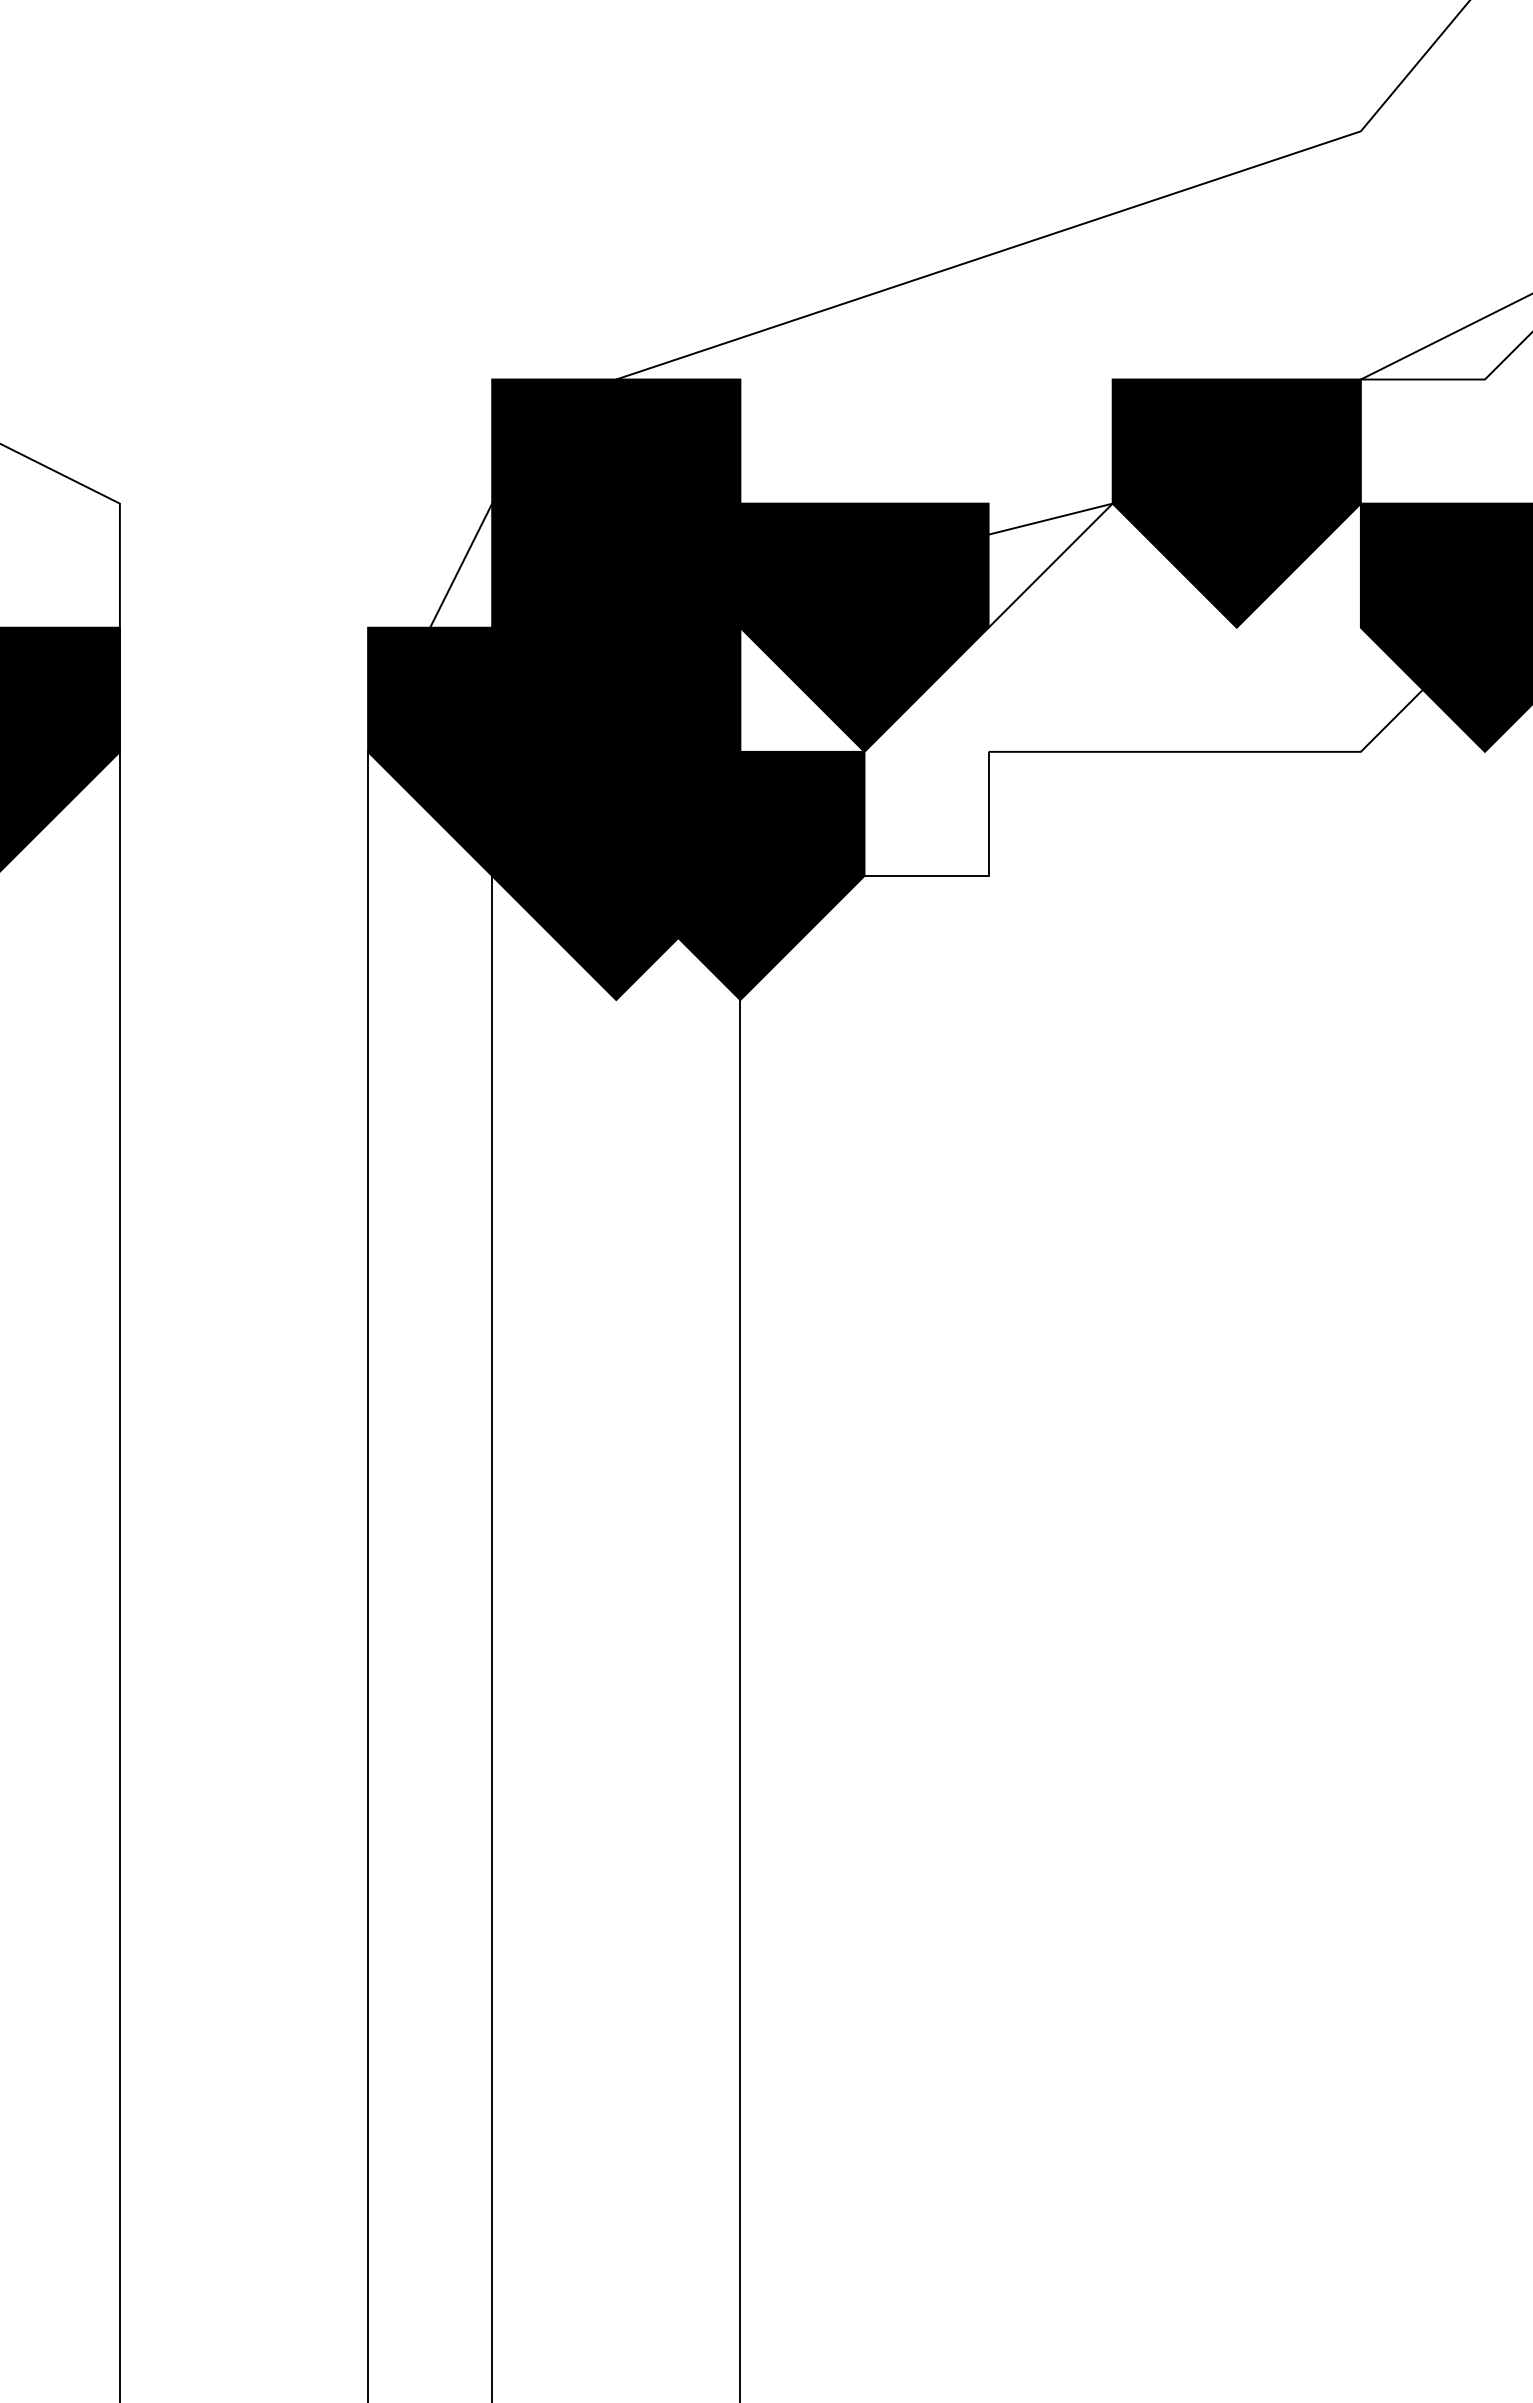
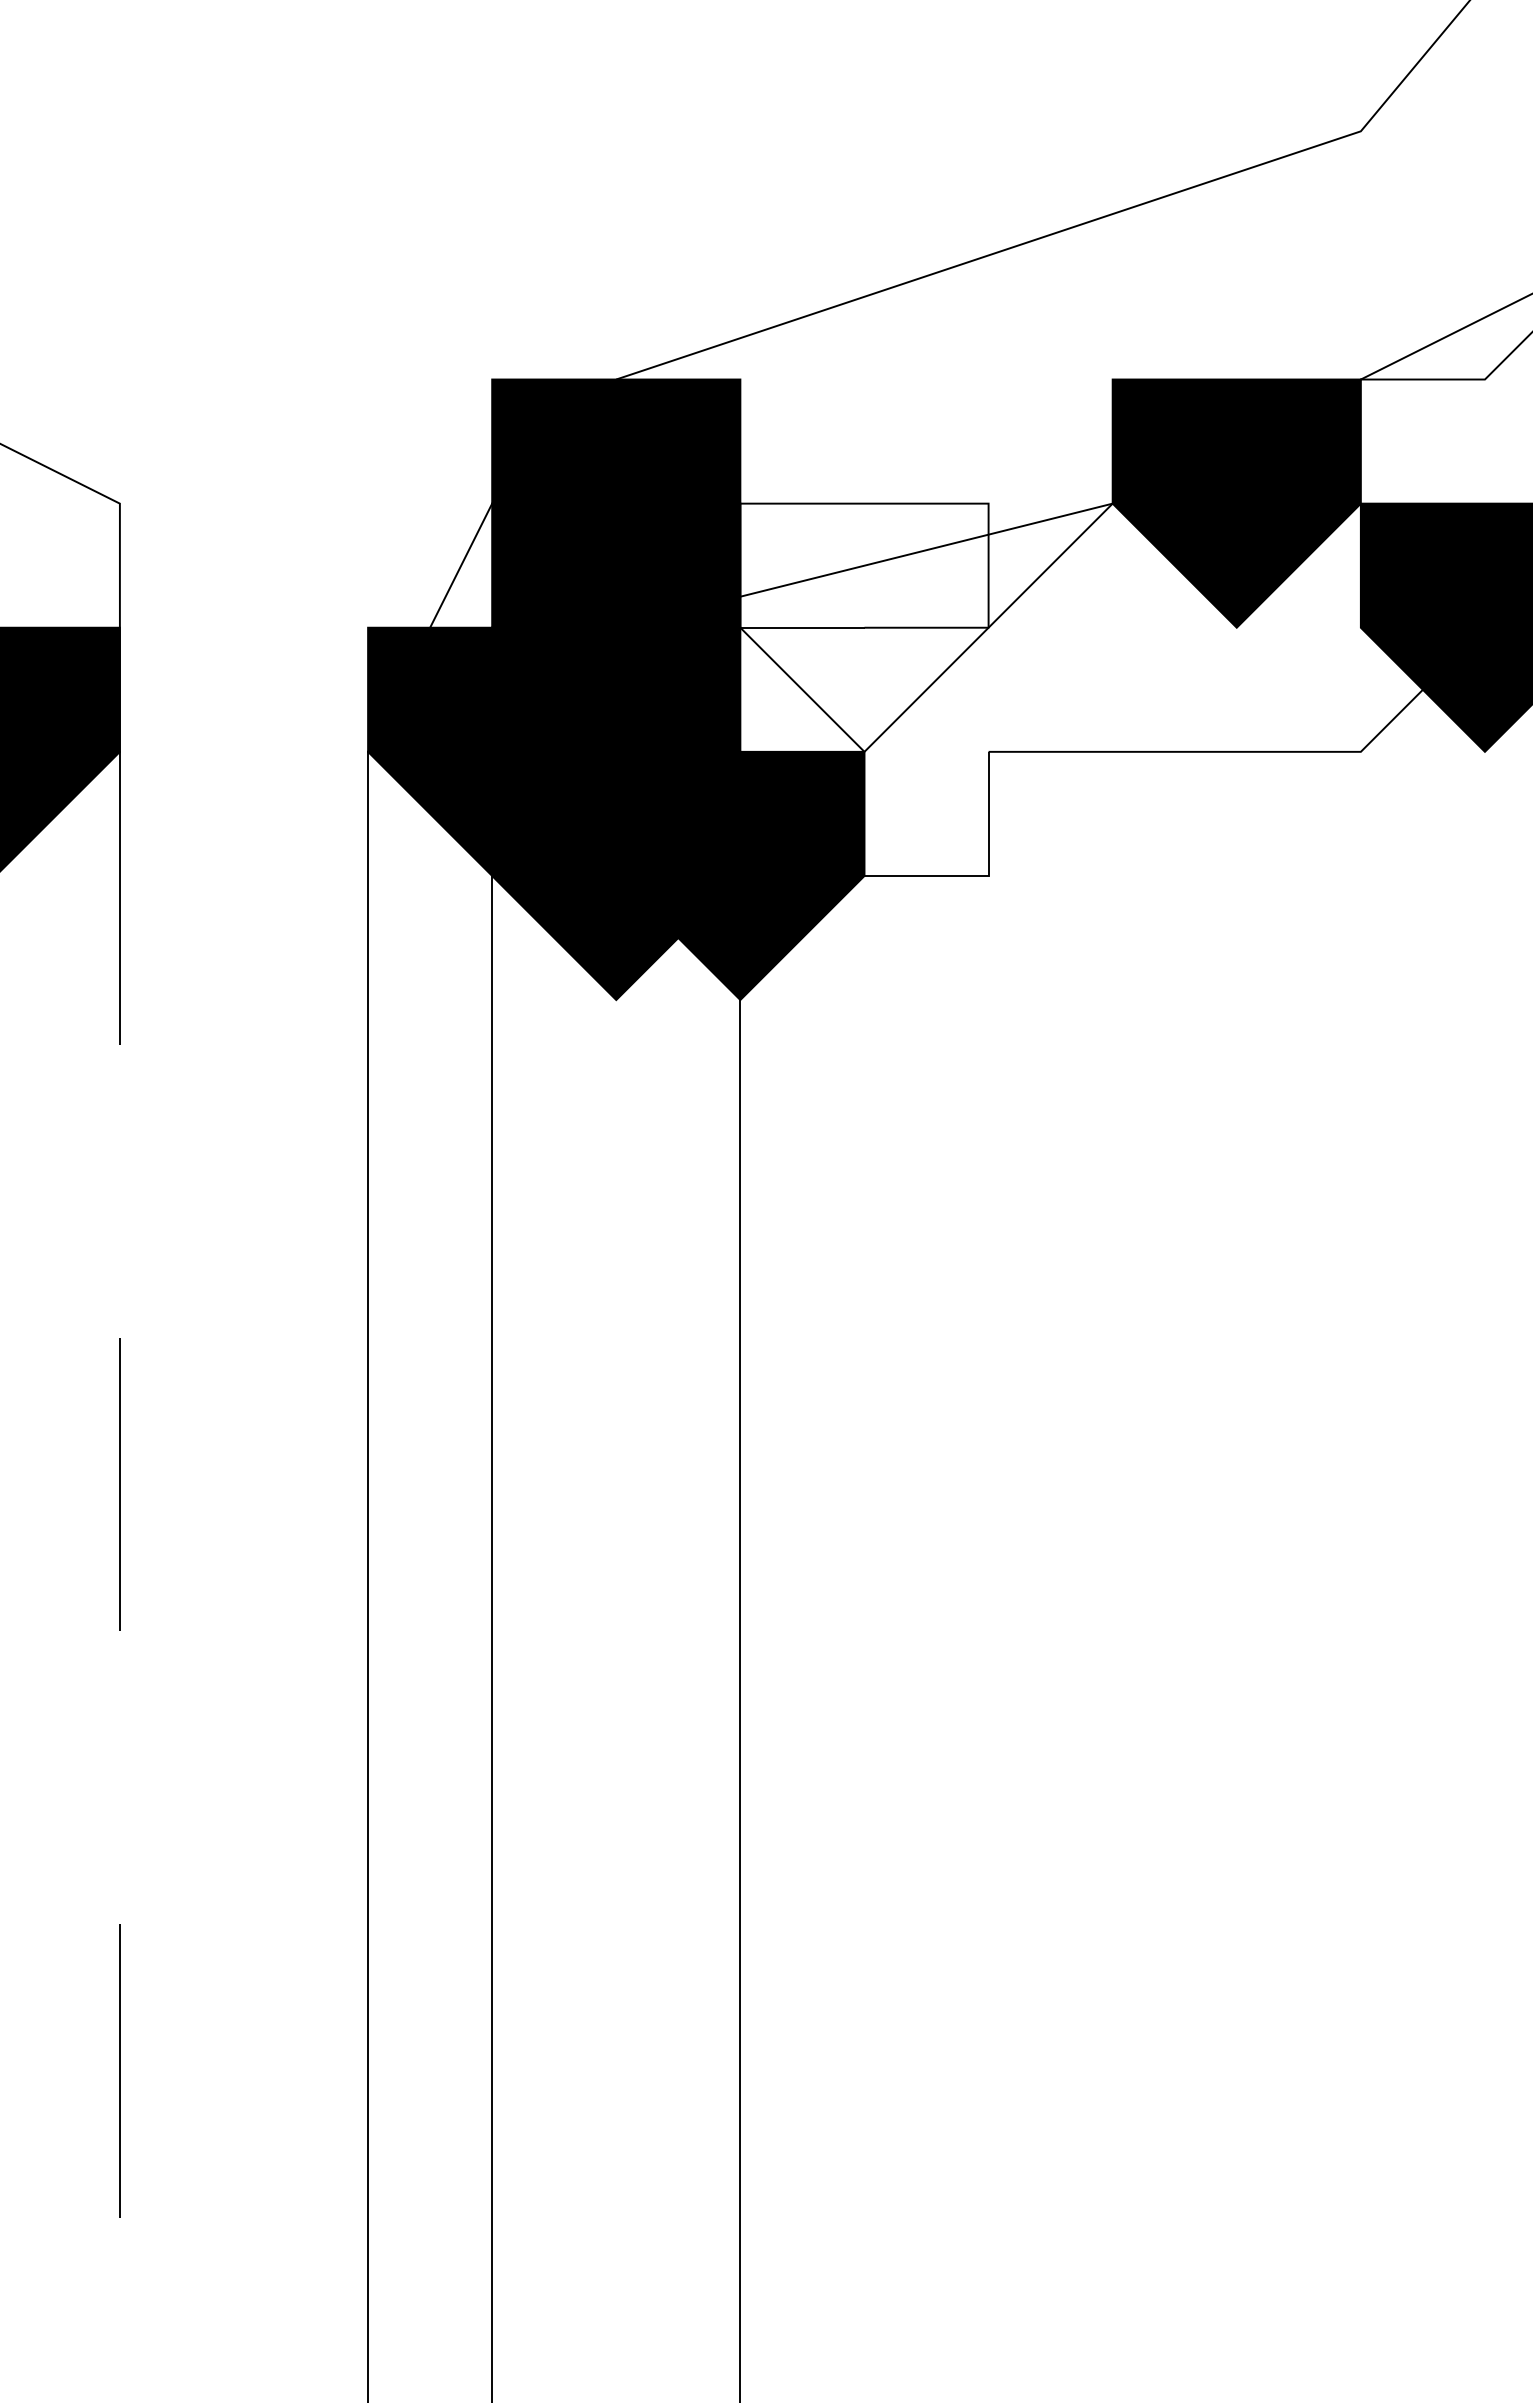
fill at (864, 627): present -> none
line at (119, 1577): solid -> dashed
